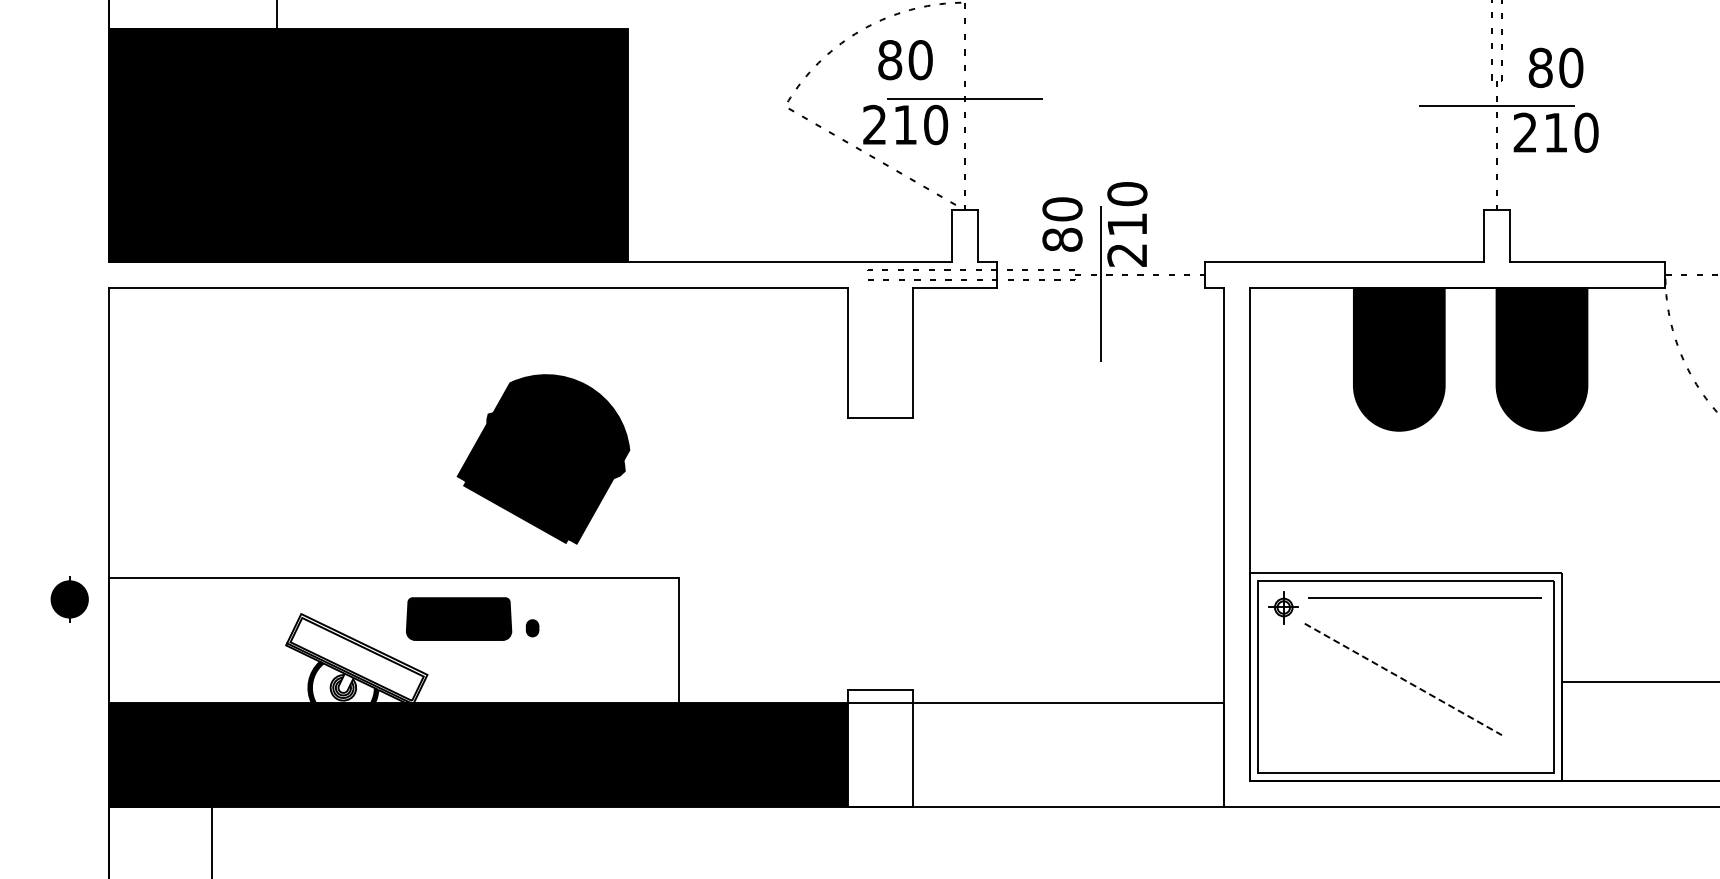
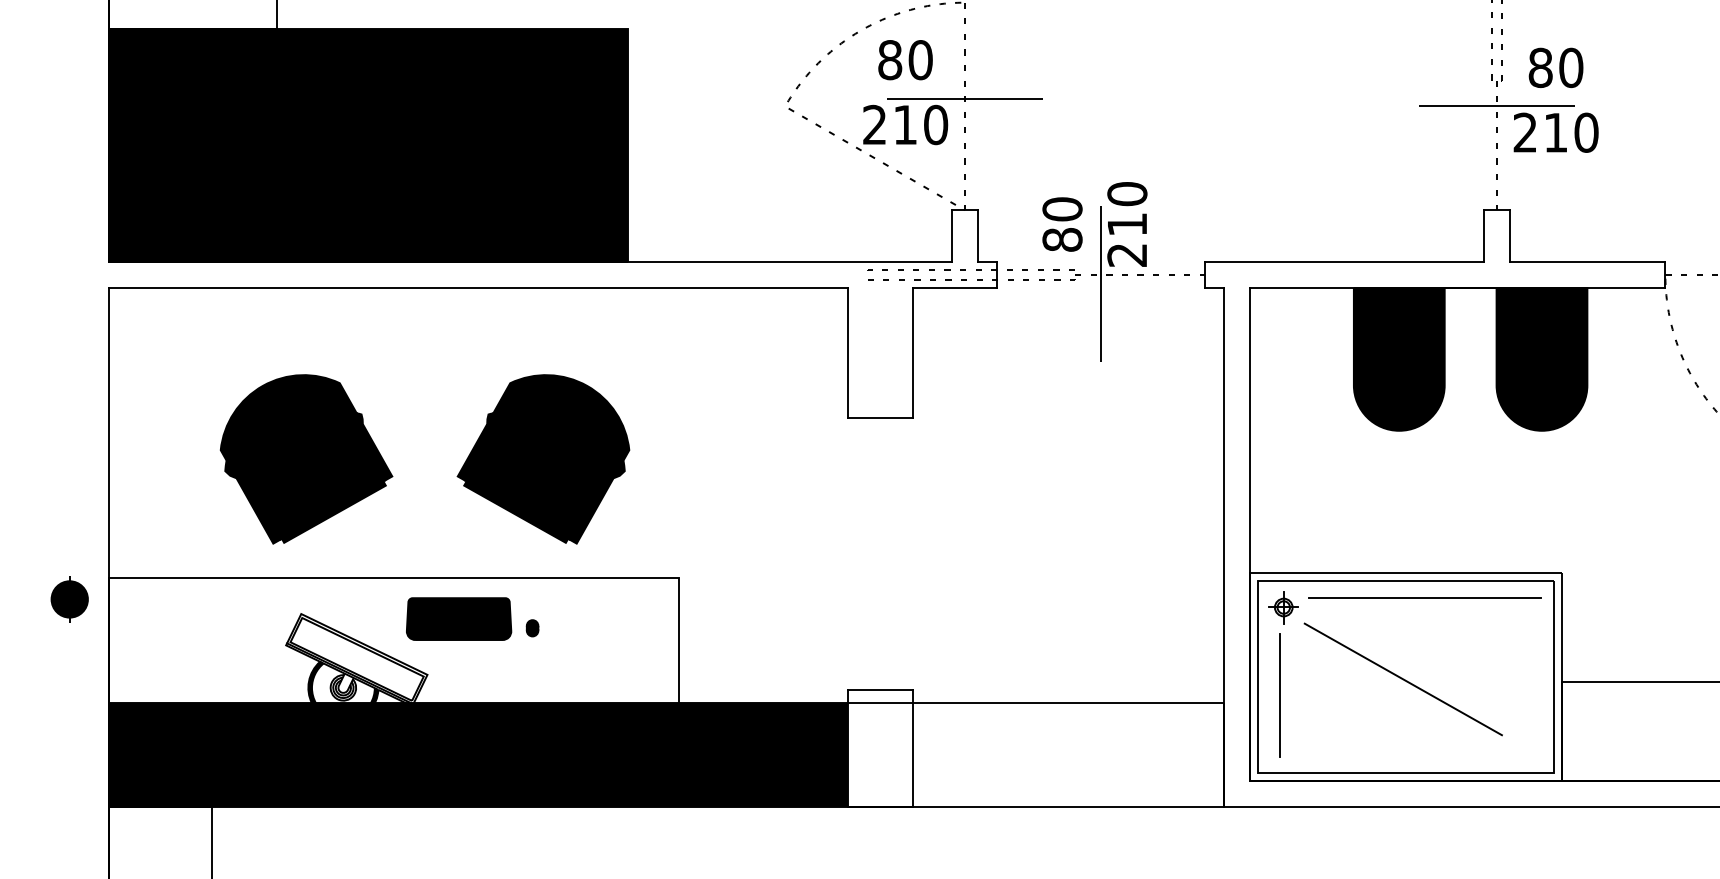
part at (306, 459): none -> present
line at (1403, 679): dashed -> solid
line at (1279, 694): none -> present
